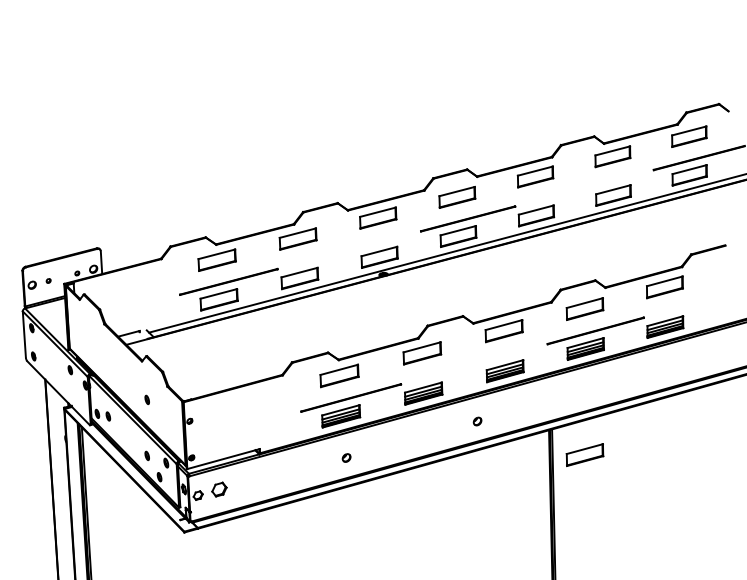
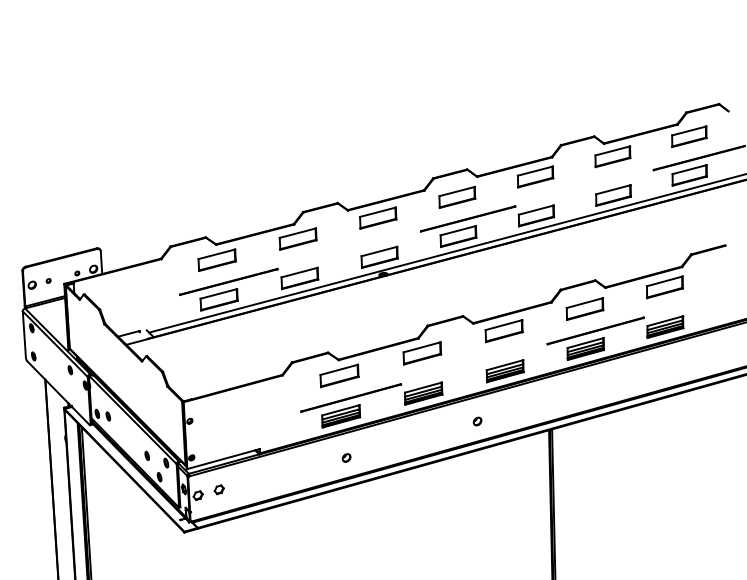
part at (146, 399): present -> none
part at (584, 454): present -> none
part at (219, 489) size: 17x17 px -> 12x12 px
